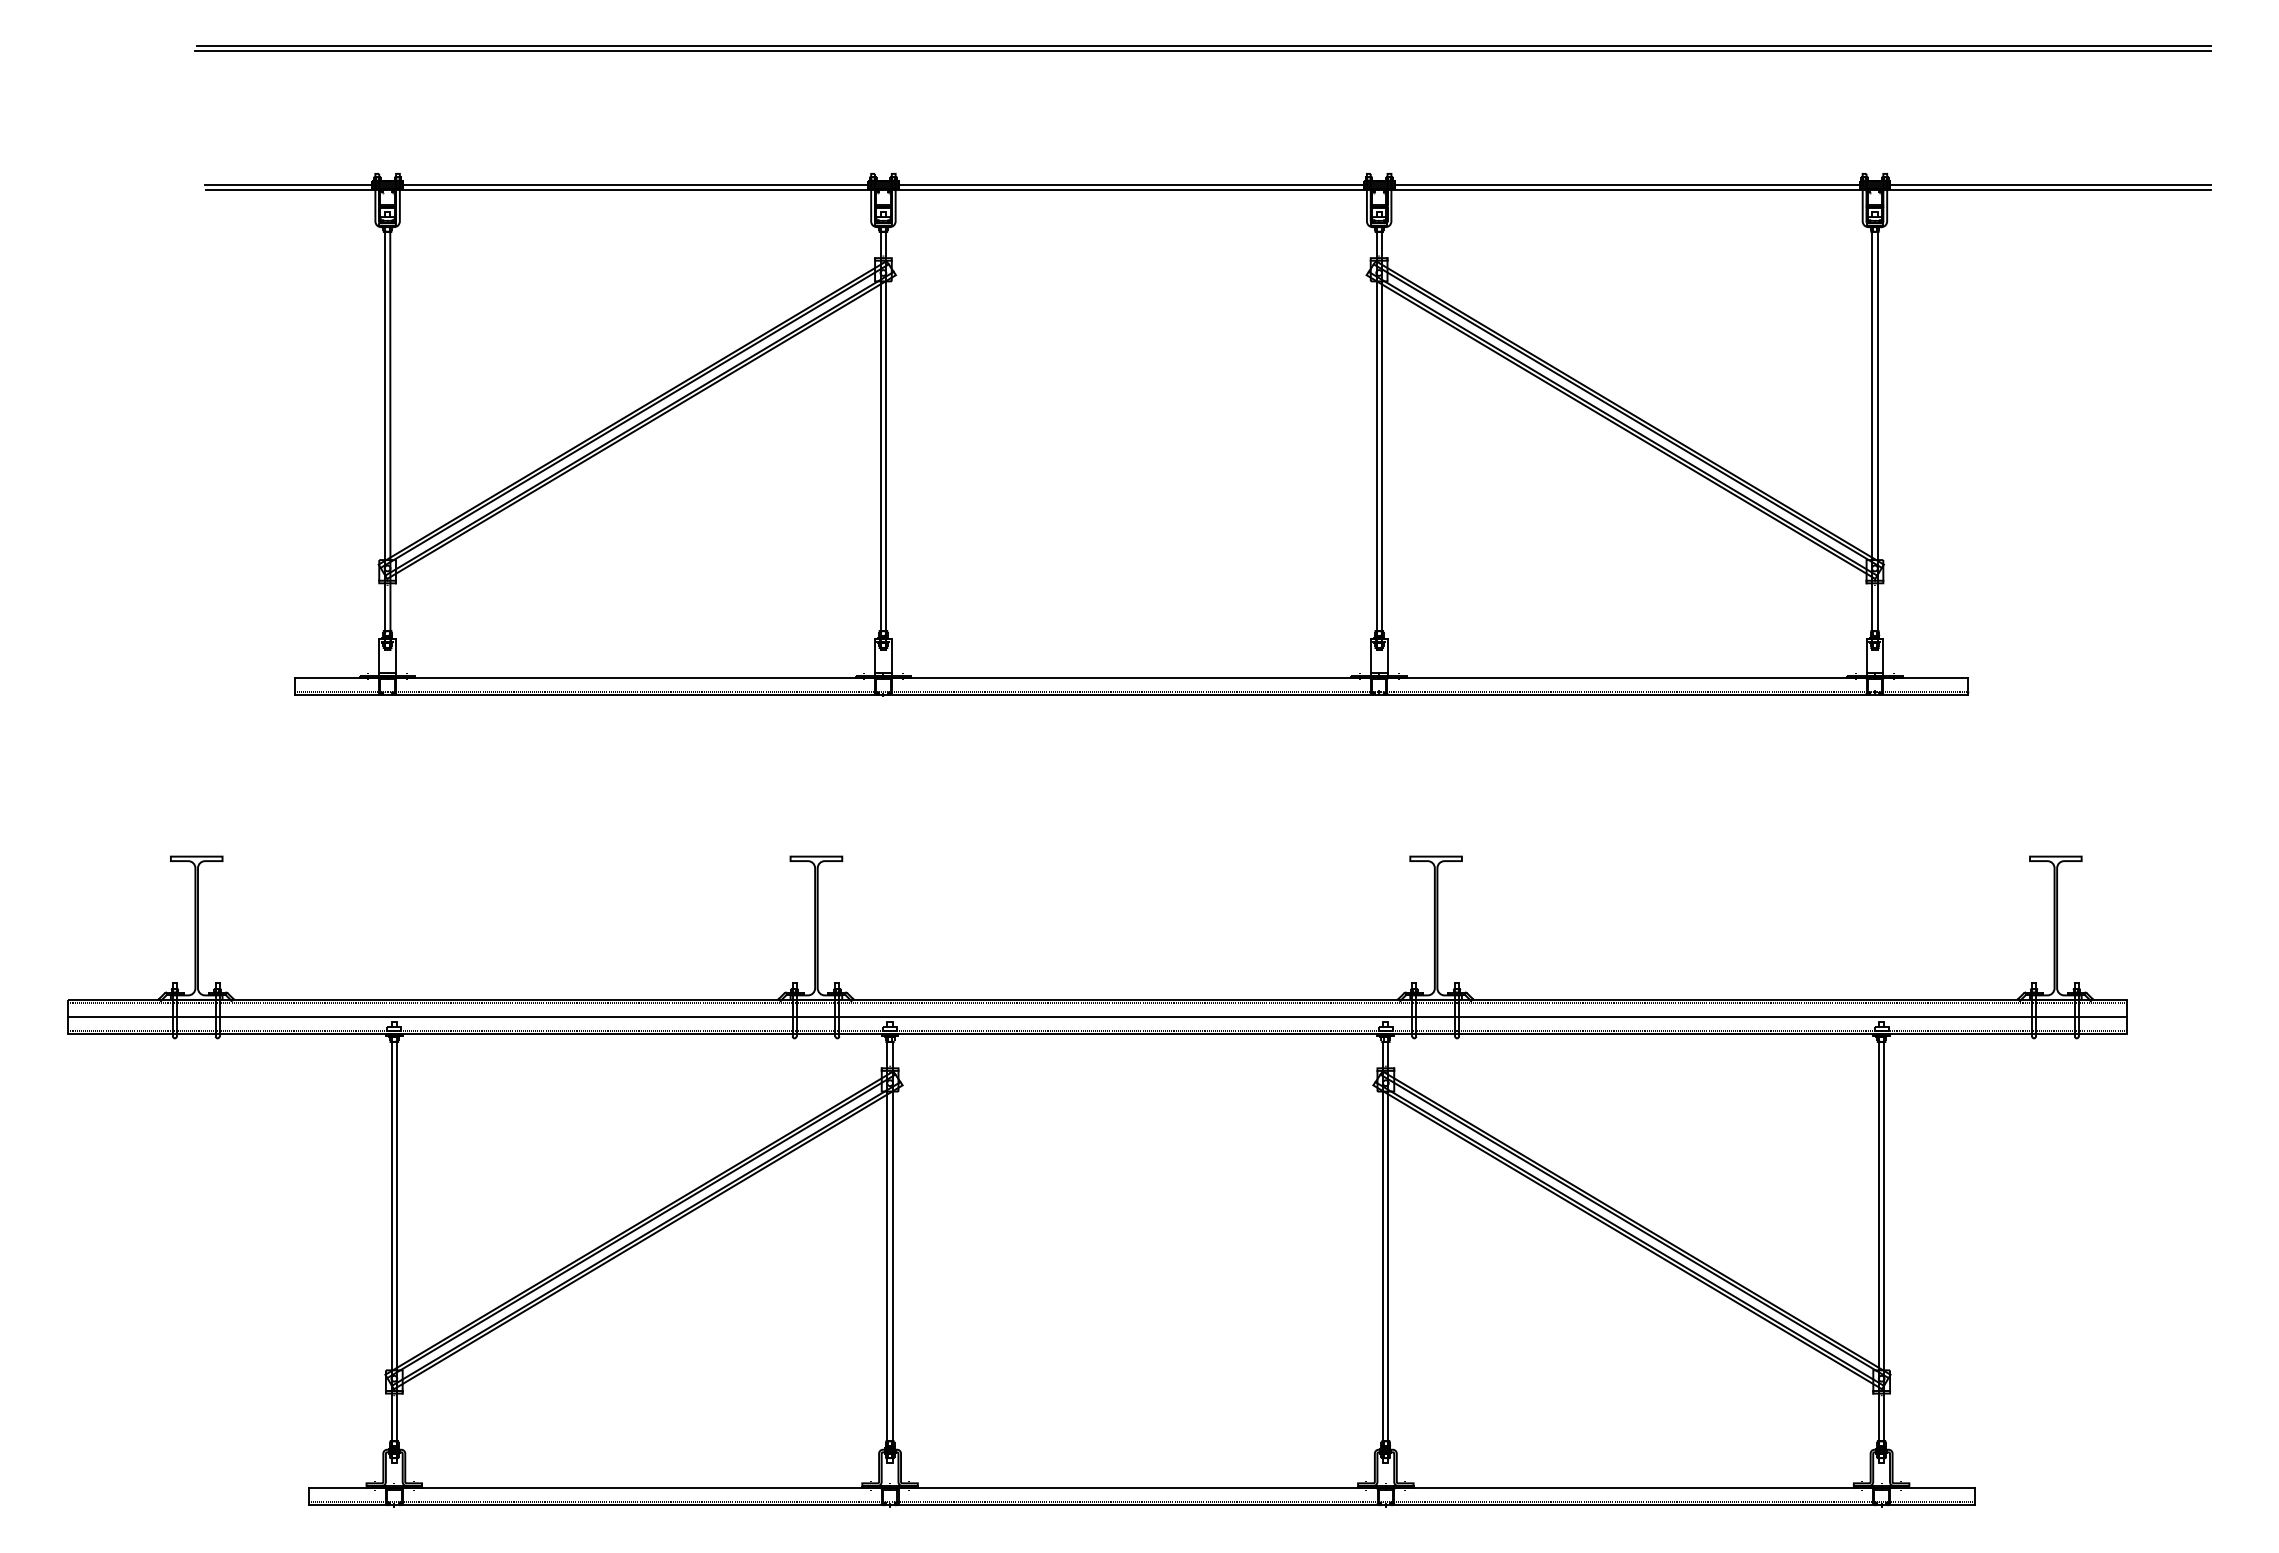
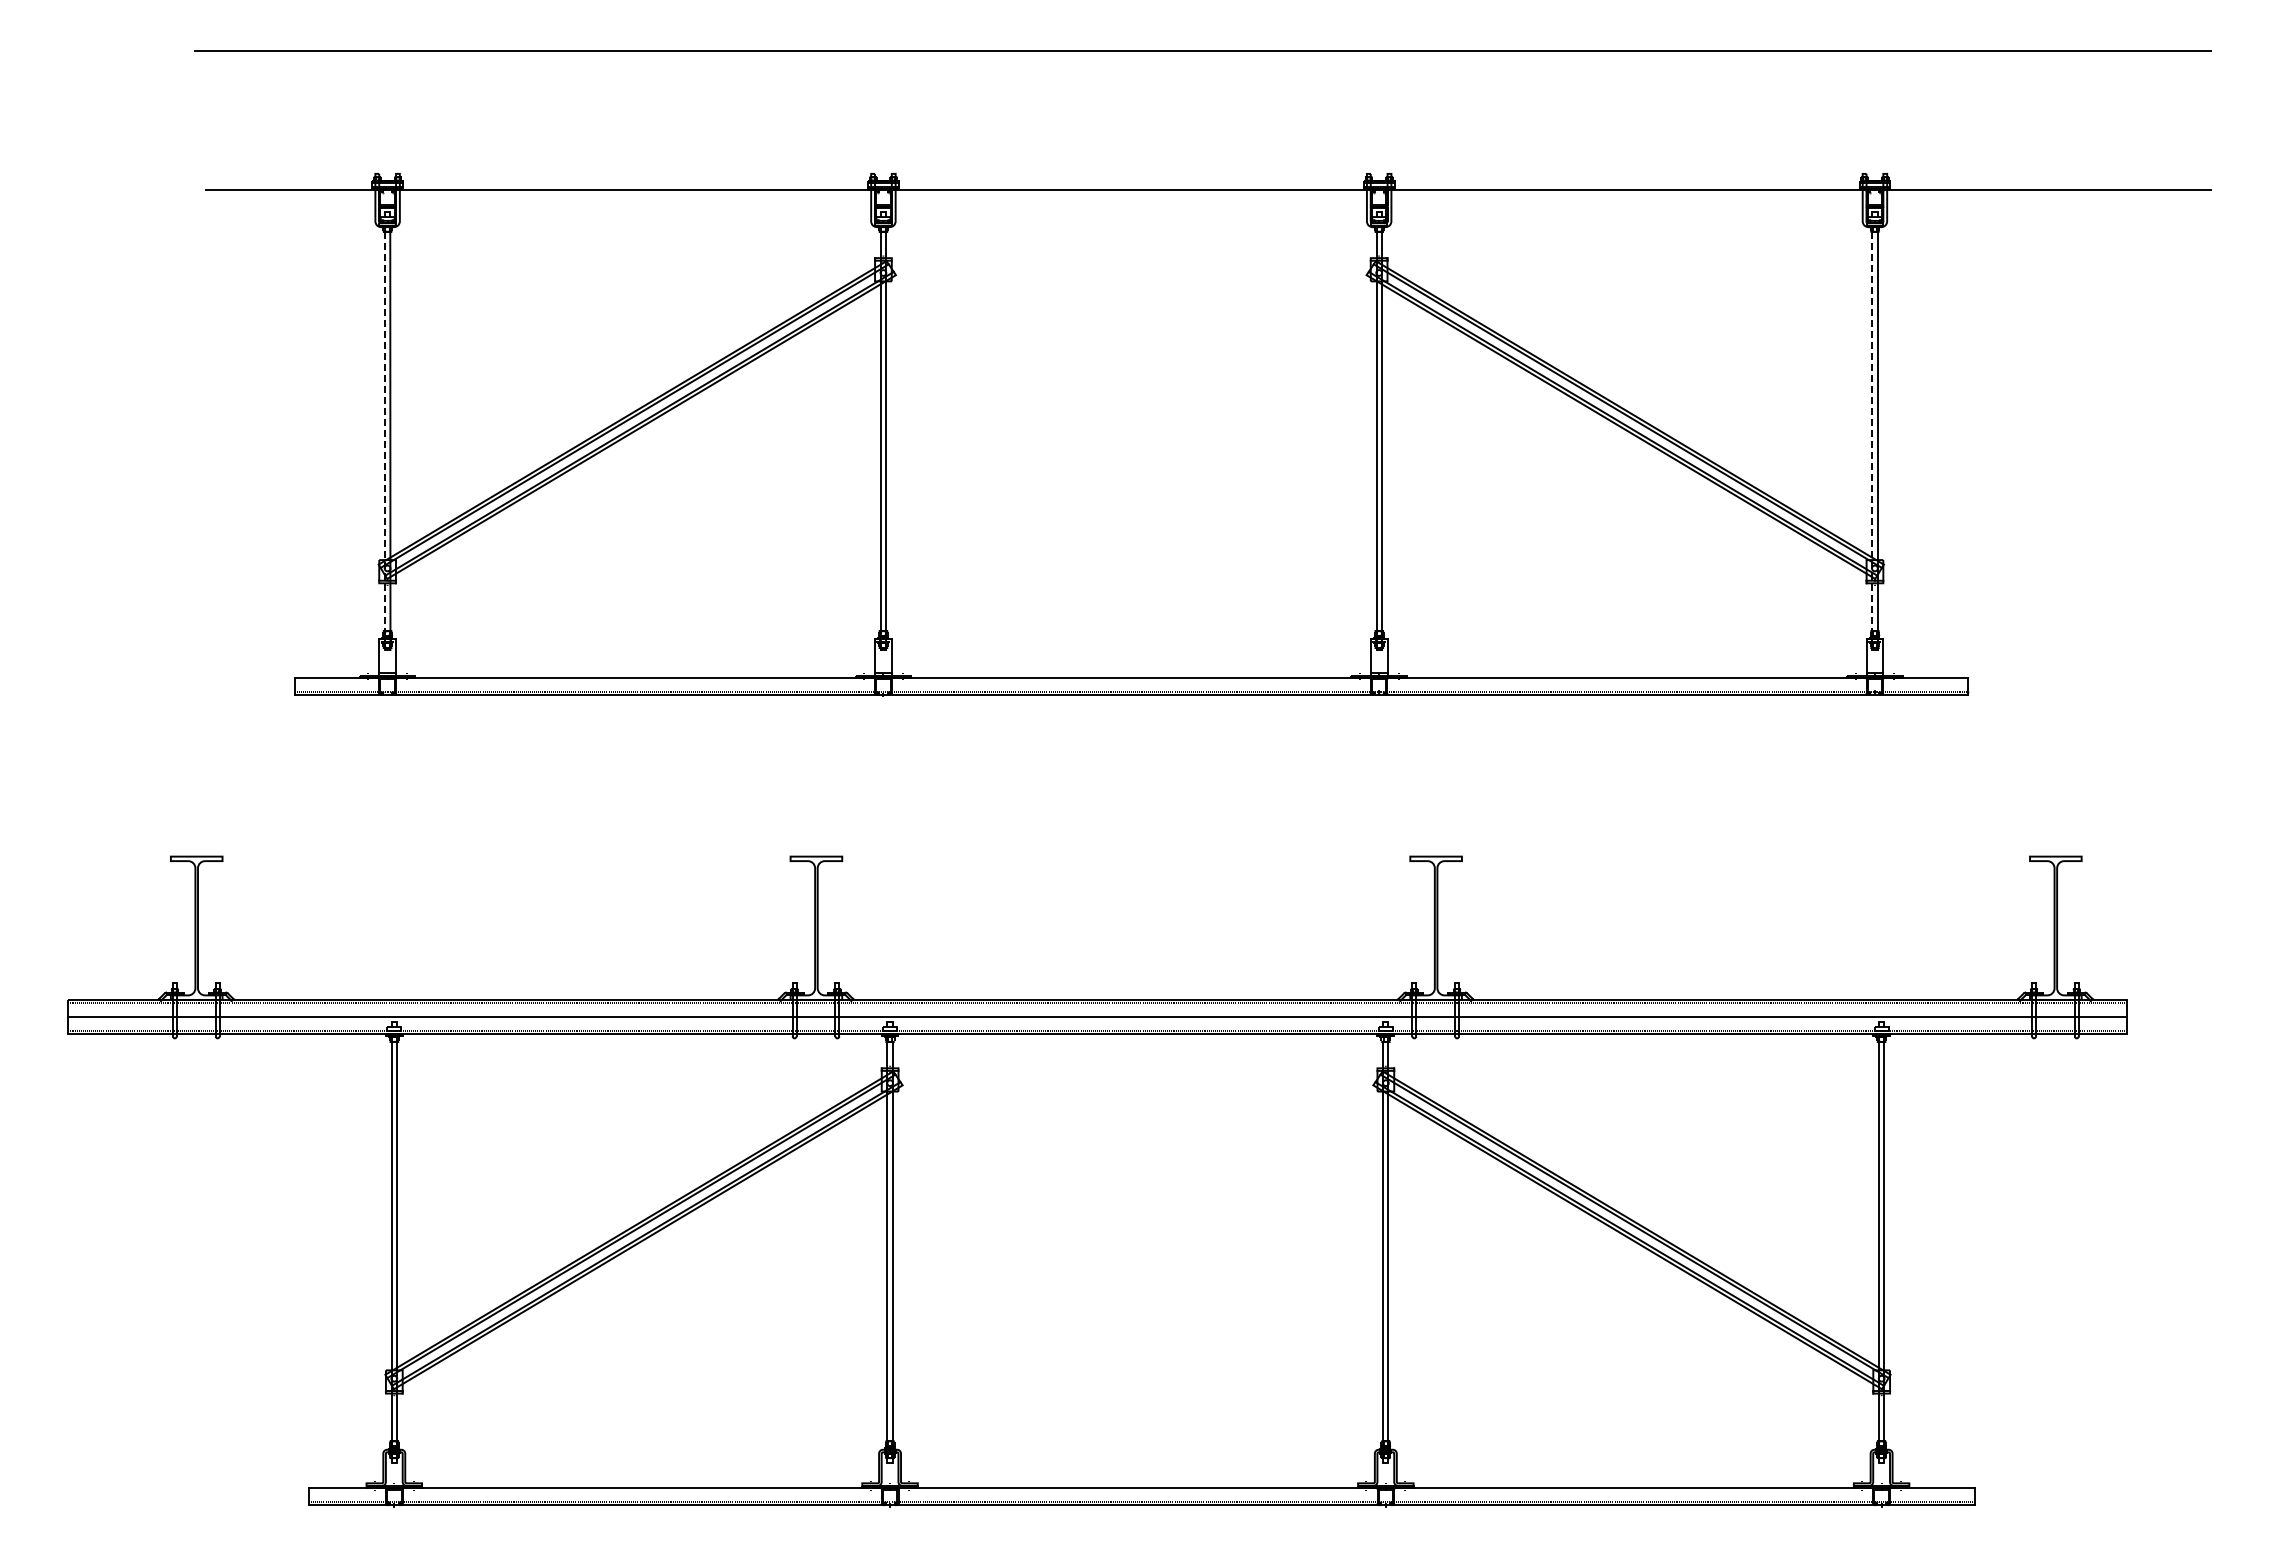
line at (1203, 46): present -> none
line at (1207, 185): present -> none
line at (385, 441): solid -> dashed
line at (1872, 441): solid -> dashed
